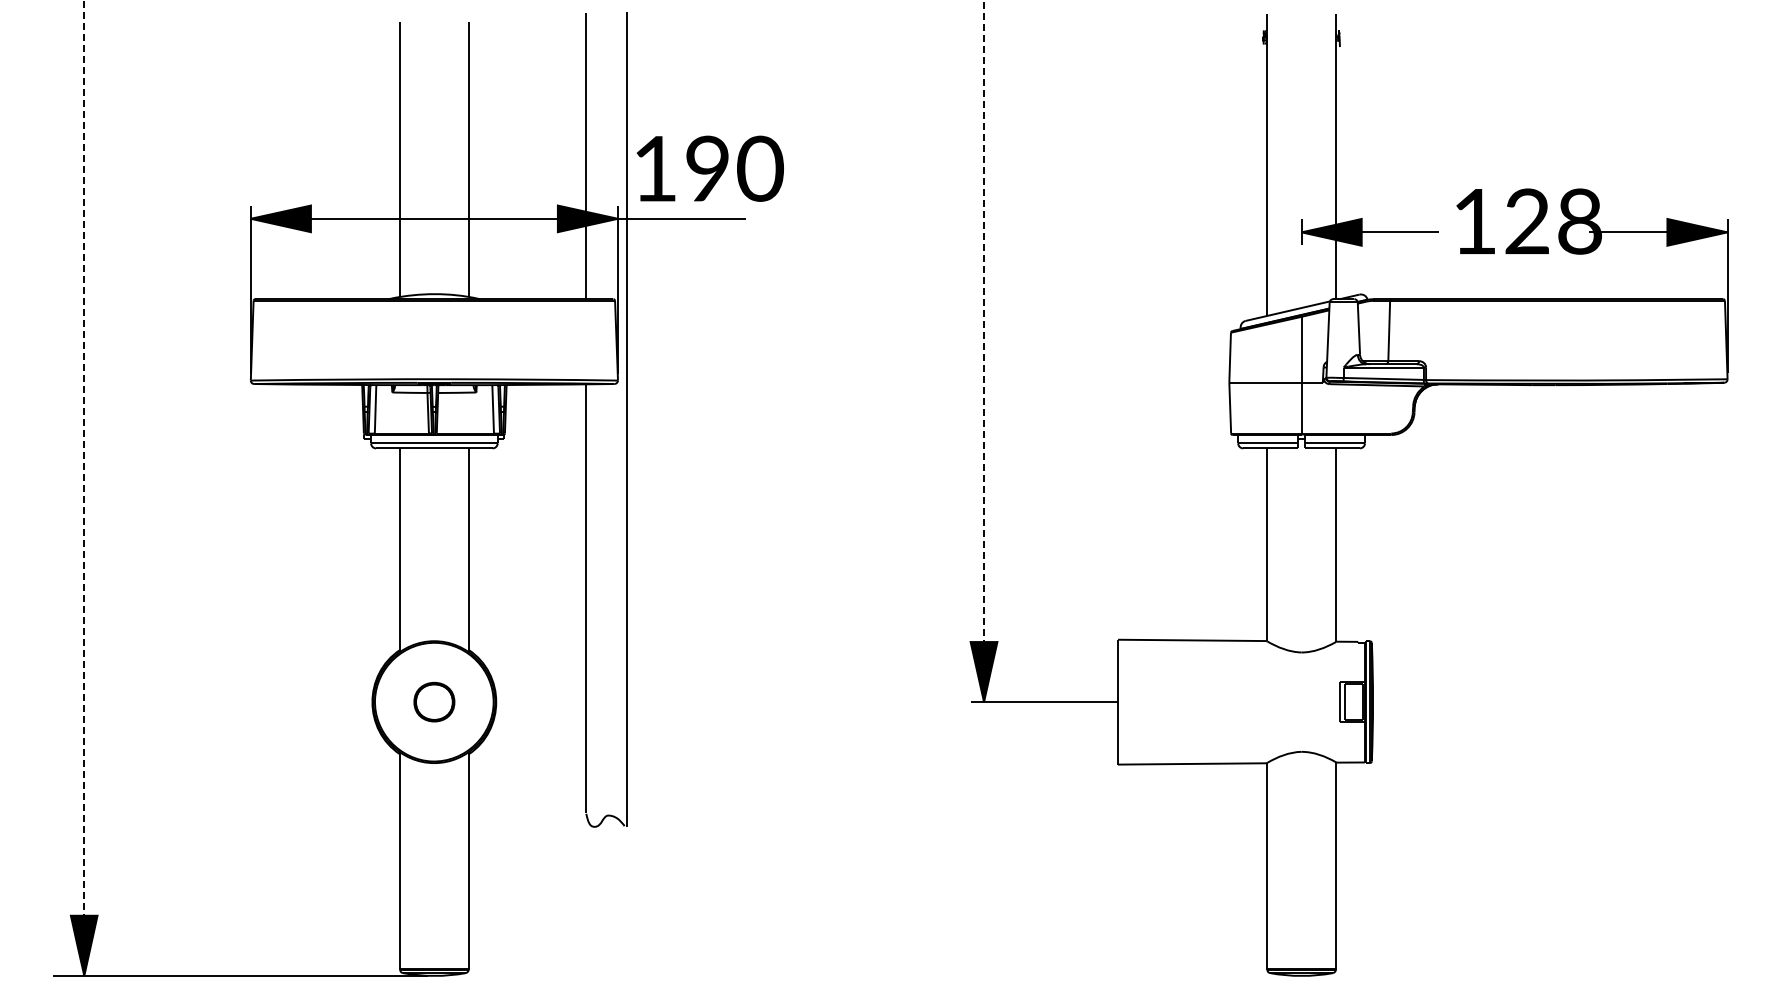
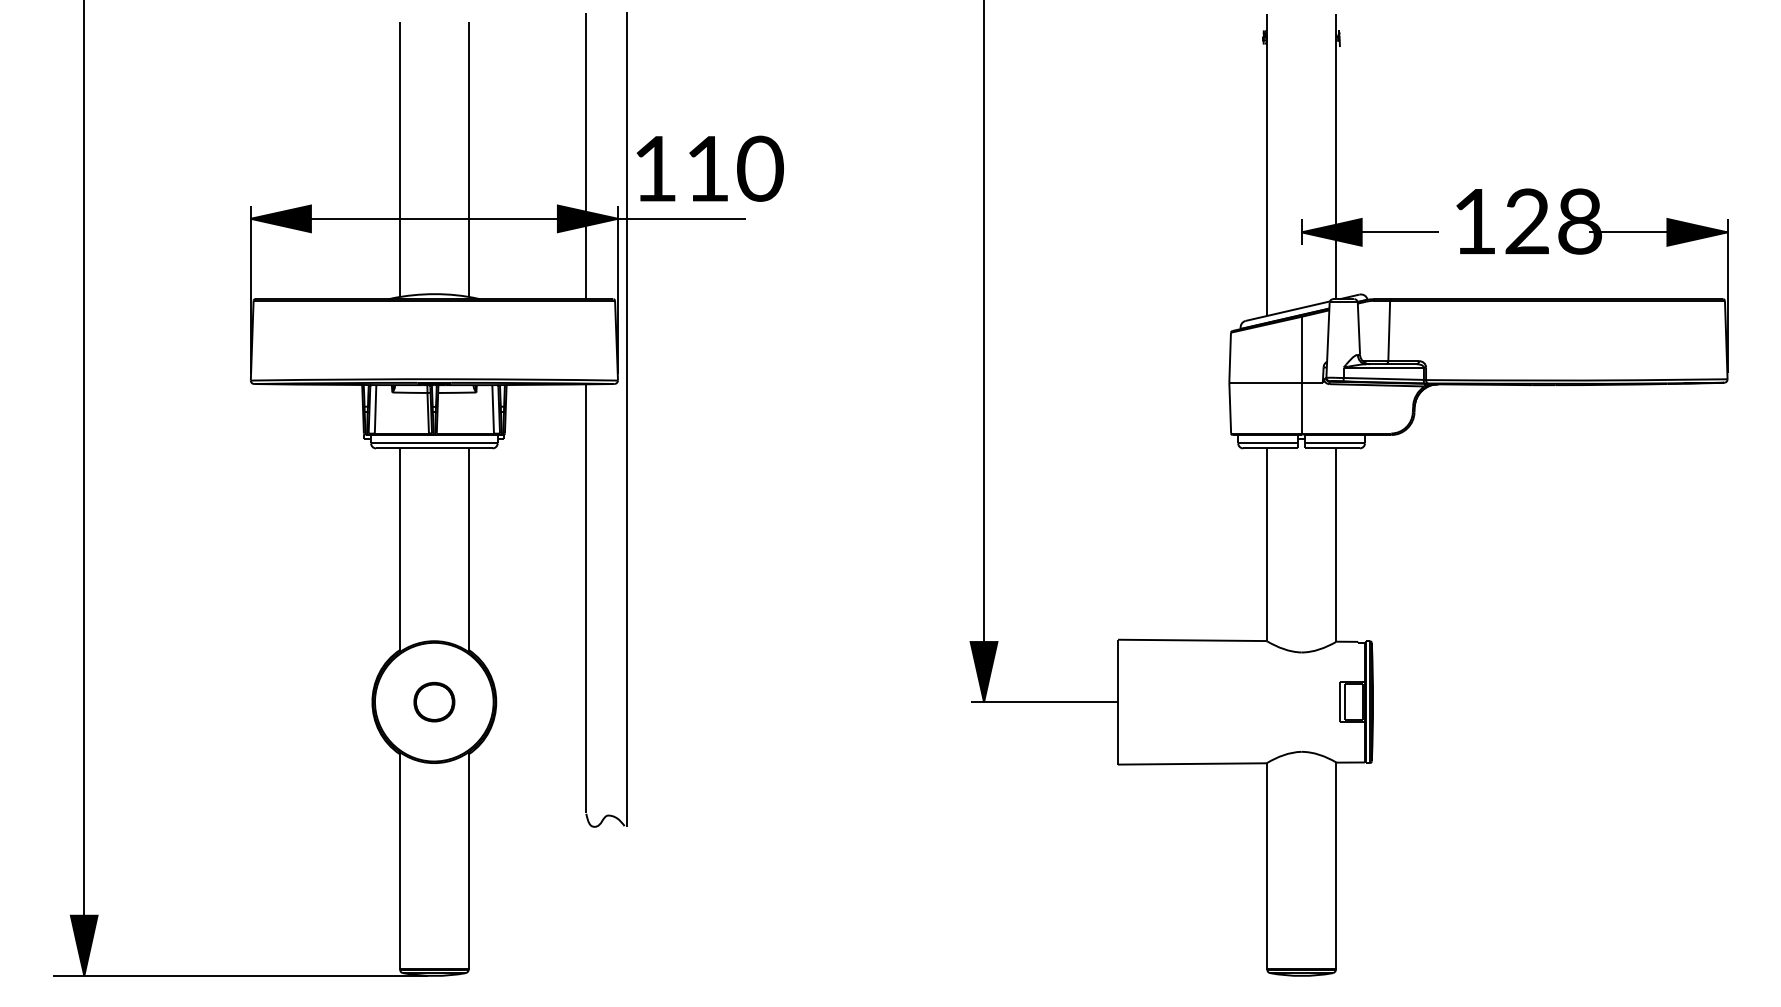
text at (707, 168): 190 -> 110
line at (984, 351): dashed -> solid
line at (84, 488): dashed -> solid
